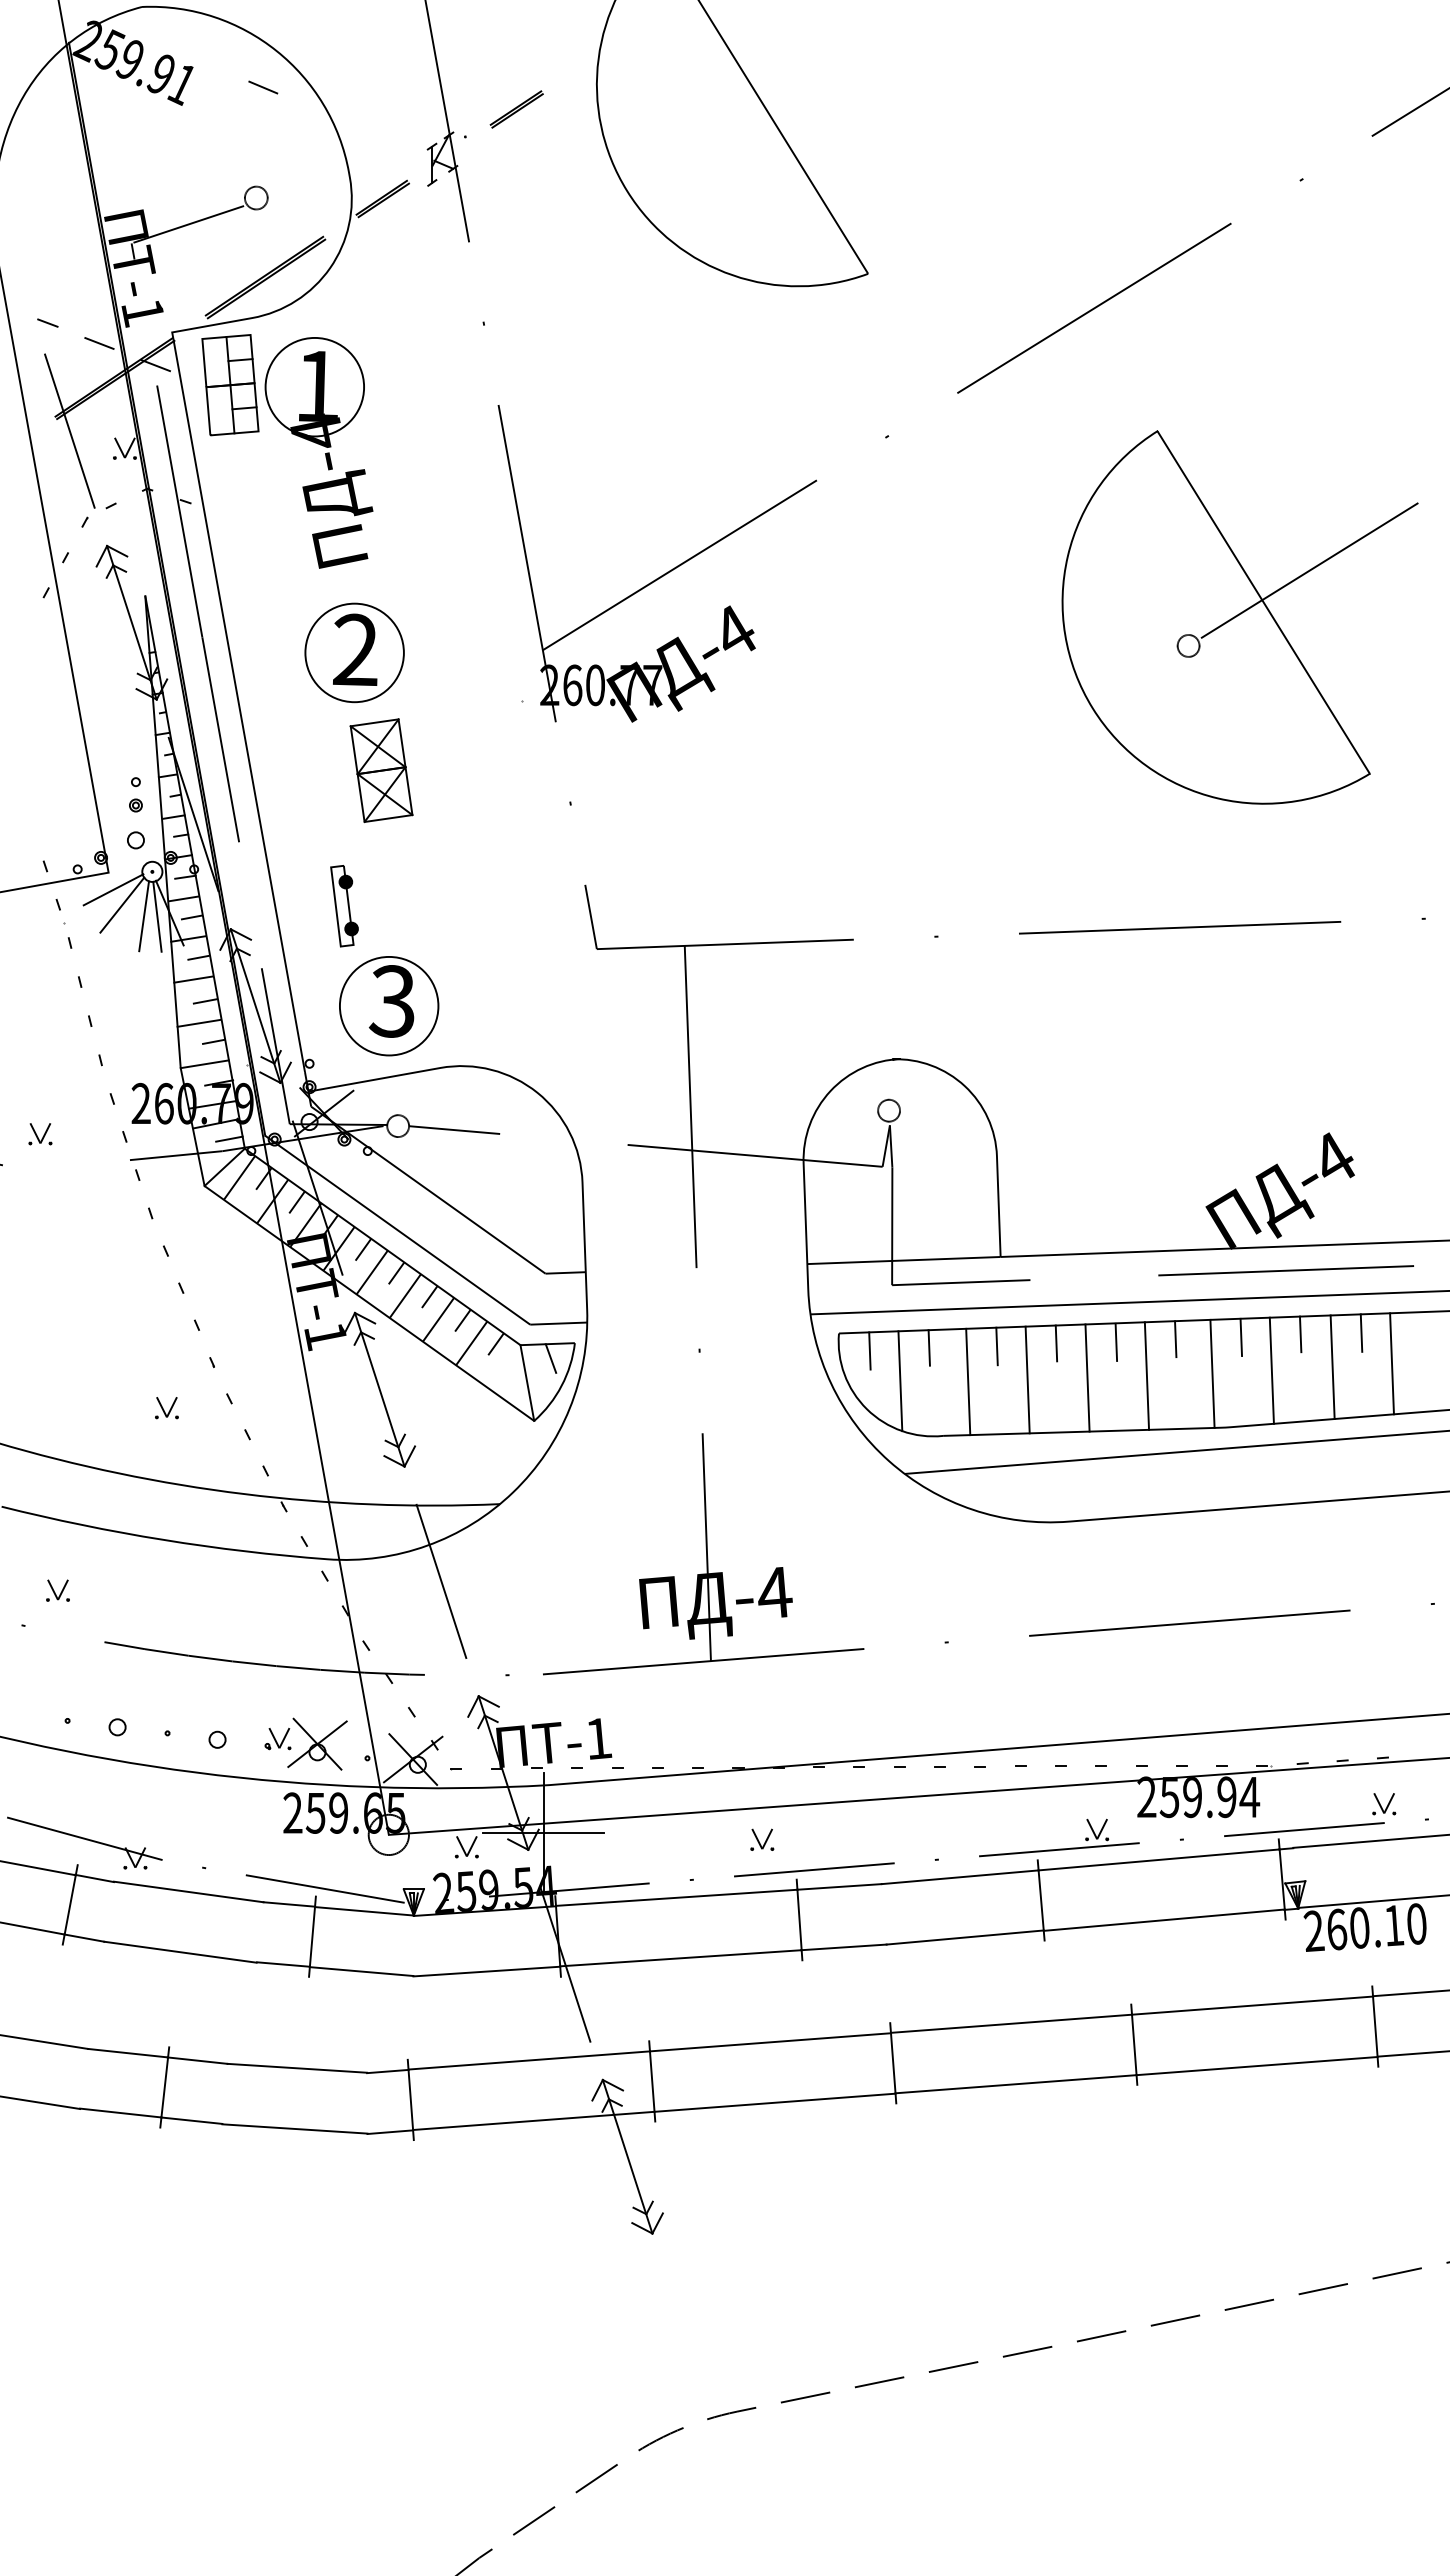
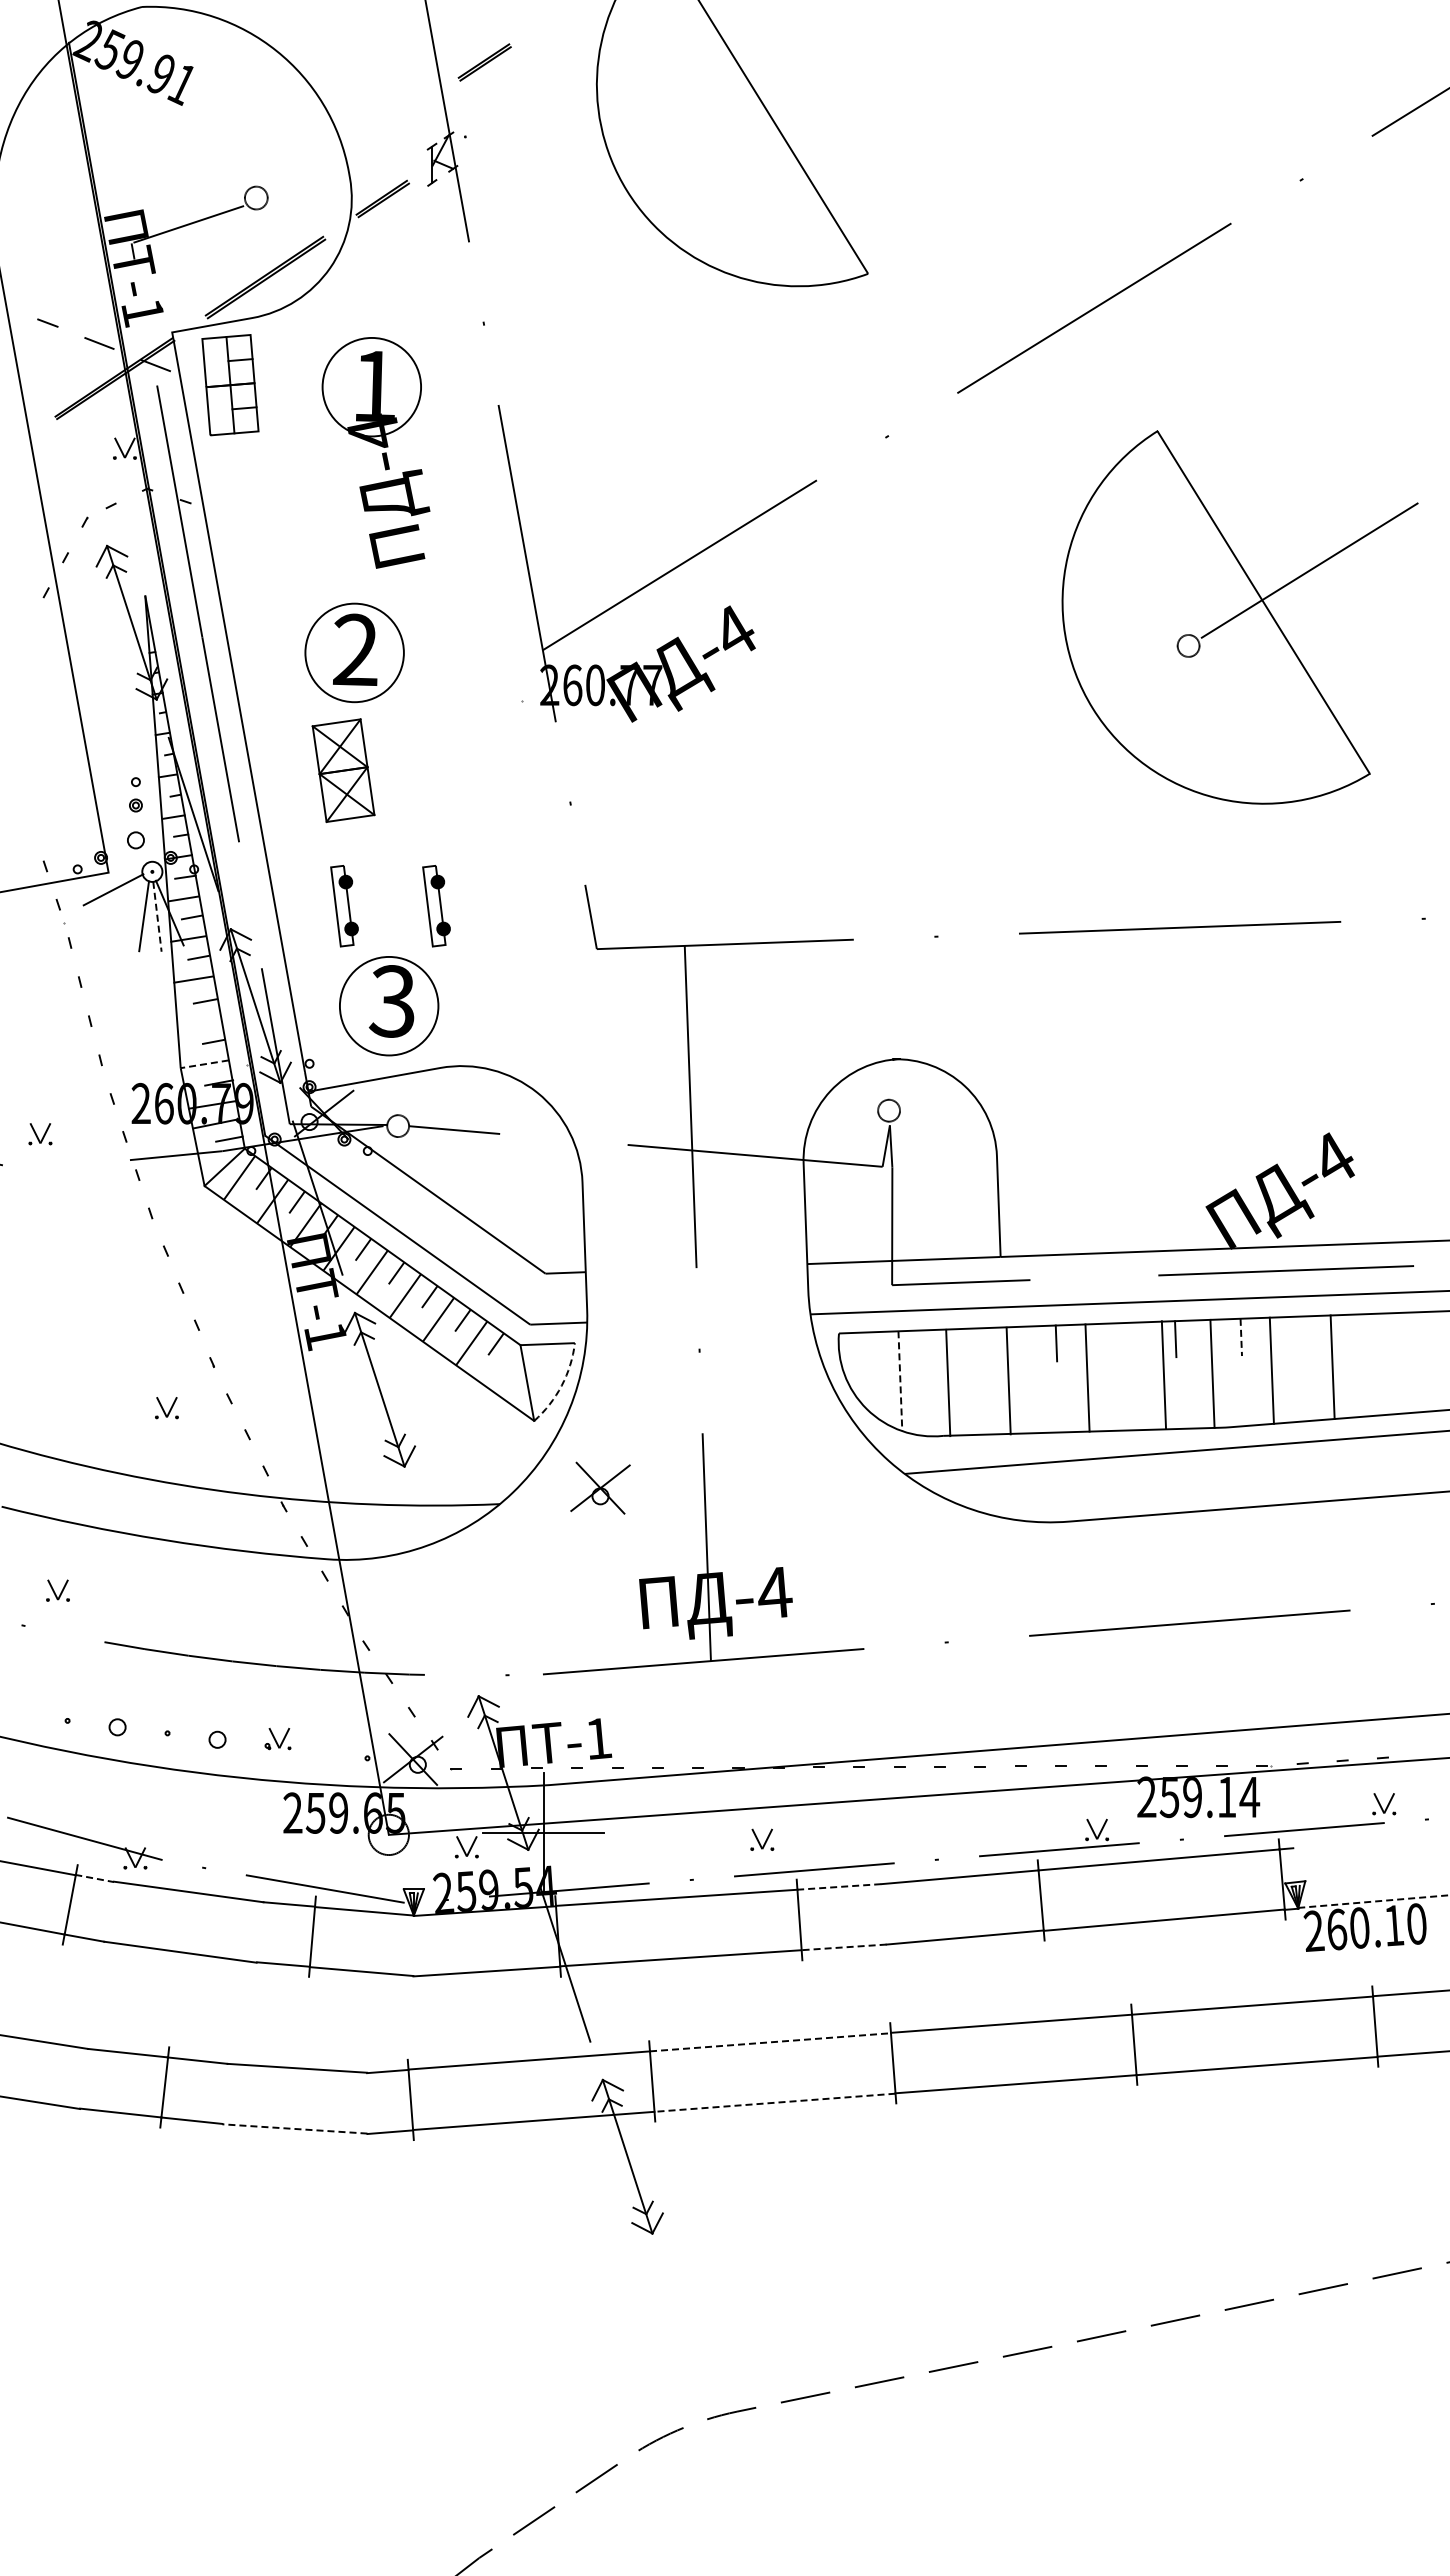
line at (263, 87): present -> none
part at (516, 109) position: (516, 109) -> (484, 62)
line at (69, 430): present -> none
part at (325, 453) position: (325, 453) -> (382, 453)
part at (381, 770) position: (381, 770) -> (343, 770)
line at (122, 904): present -> none
part at (436, 906): none -> present
line at (157, 917): solid -> dashed
line at (198, 1022): present -> none
line at (204, 1064): solid -> dashed
line at (1361, 1332): present -> none
line at (1300, 1334): present -> none
line at (1241, 1337): solid -> dashed
line at (1116, 1341): present -> none
line at (996, 1346): present -> none
line at (928, 1347): present -> none
line at (869, 1350): present -> none
line at (550, 1358): present -> none
line at (1391, 1363): present -> none
line at (1146, 1375) position: (1146, 1375) -> (1163, 1374)
line at (1027, 1379) position: (1027, 1379) -> (1008, 1380)
line at (900, 1381): solid -> dashed
line at (968, 1381) position: (968, 1381) -> (948, 1382)
arc at (561, 1385): solid -> dashed
line at (441, 1581): present -> none
part at (317, 1743) position: (317, 1743) -> (600, 1487)
text at (1226, 1797): 259.94 -> 259.14
line at (1369, 1841): present -> none
line at (94, 1878): solid -> dashed
line at (839, 1886): solid -> dashed
line at (1374, 1901): solid -> dashed
line at (843, 1947): solid -> dashed
line at (770, 2042): solid -> dashed
line at (774, 2102): solid -> dashed
line at (294, 2128): solid -> dashed
